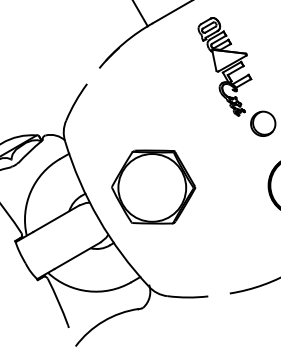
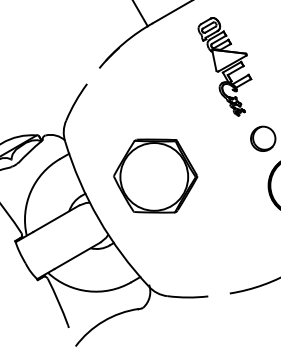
part at (263, 123) position: (263, 123) -> (263, 138)
part at (153, 186) position: (153, 186) -> (155, 175)
